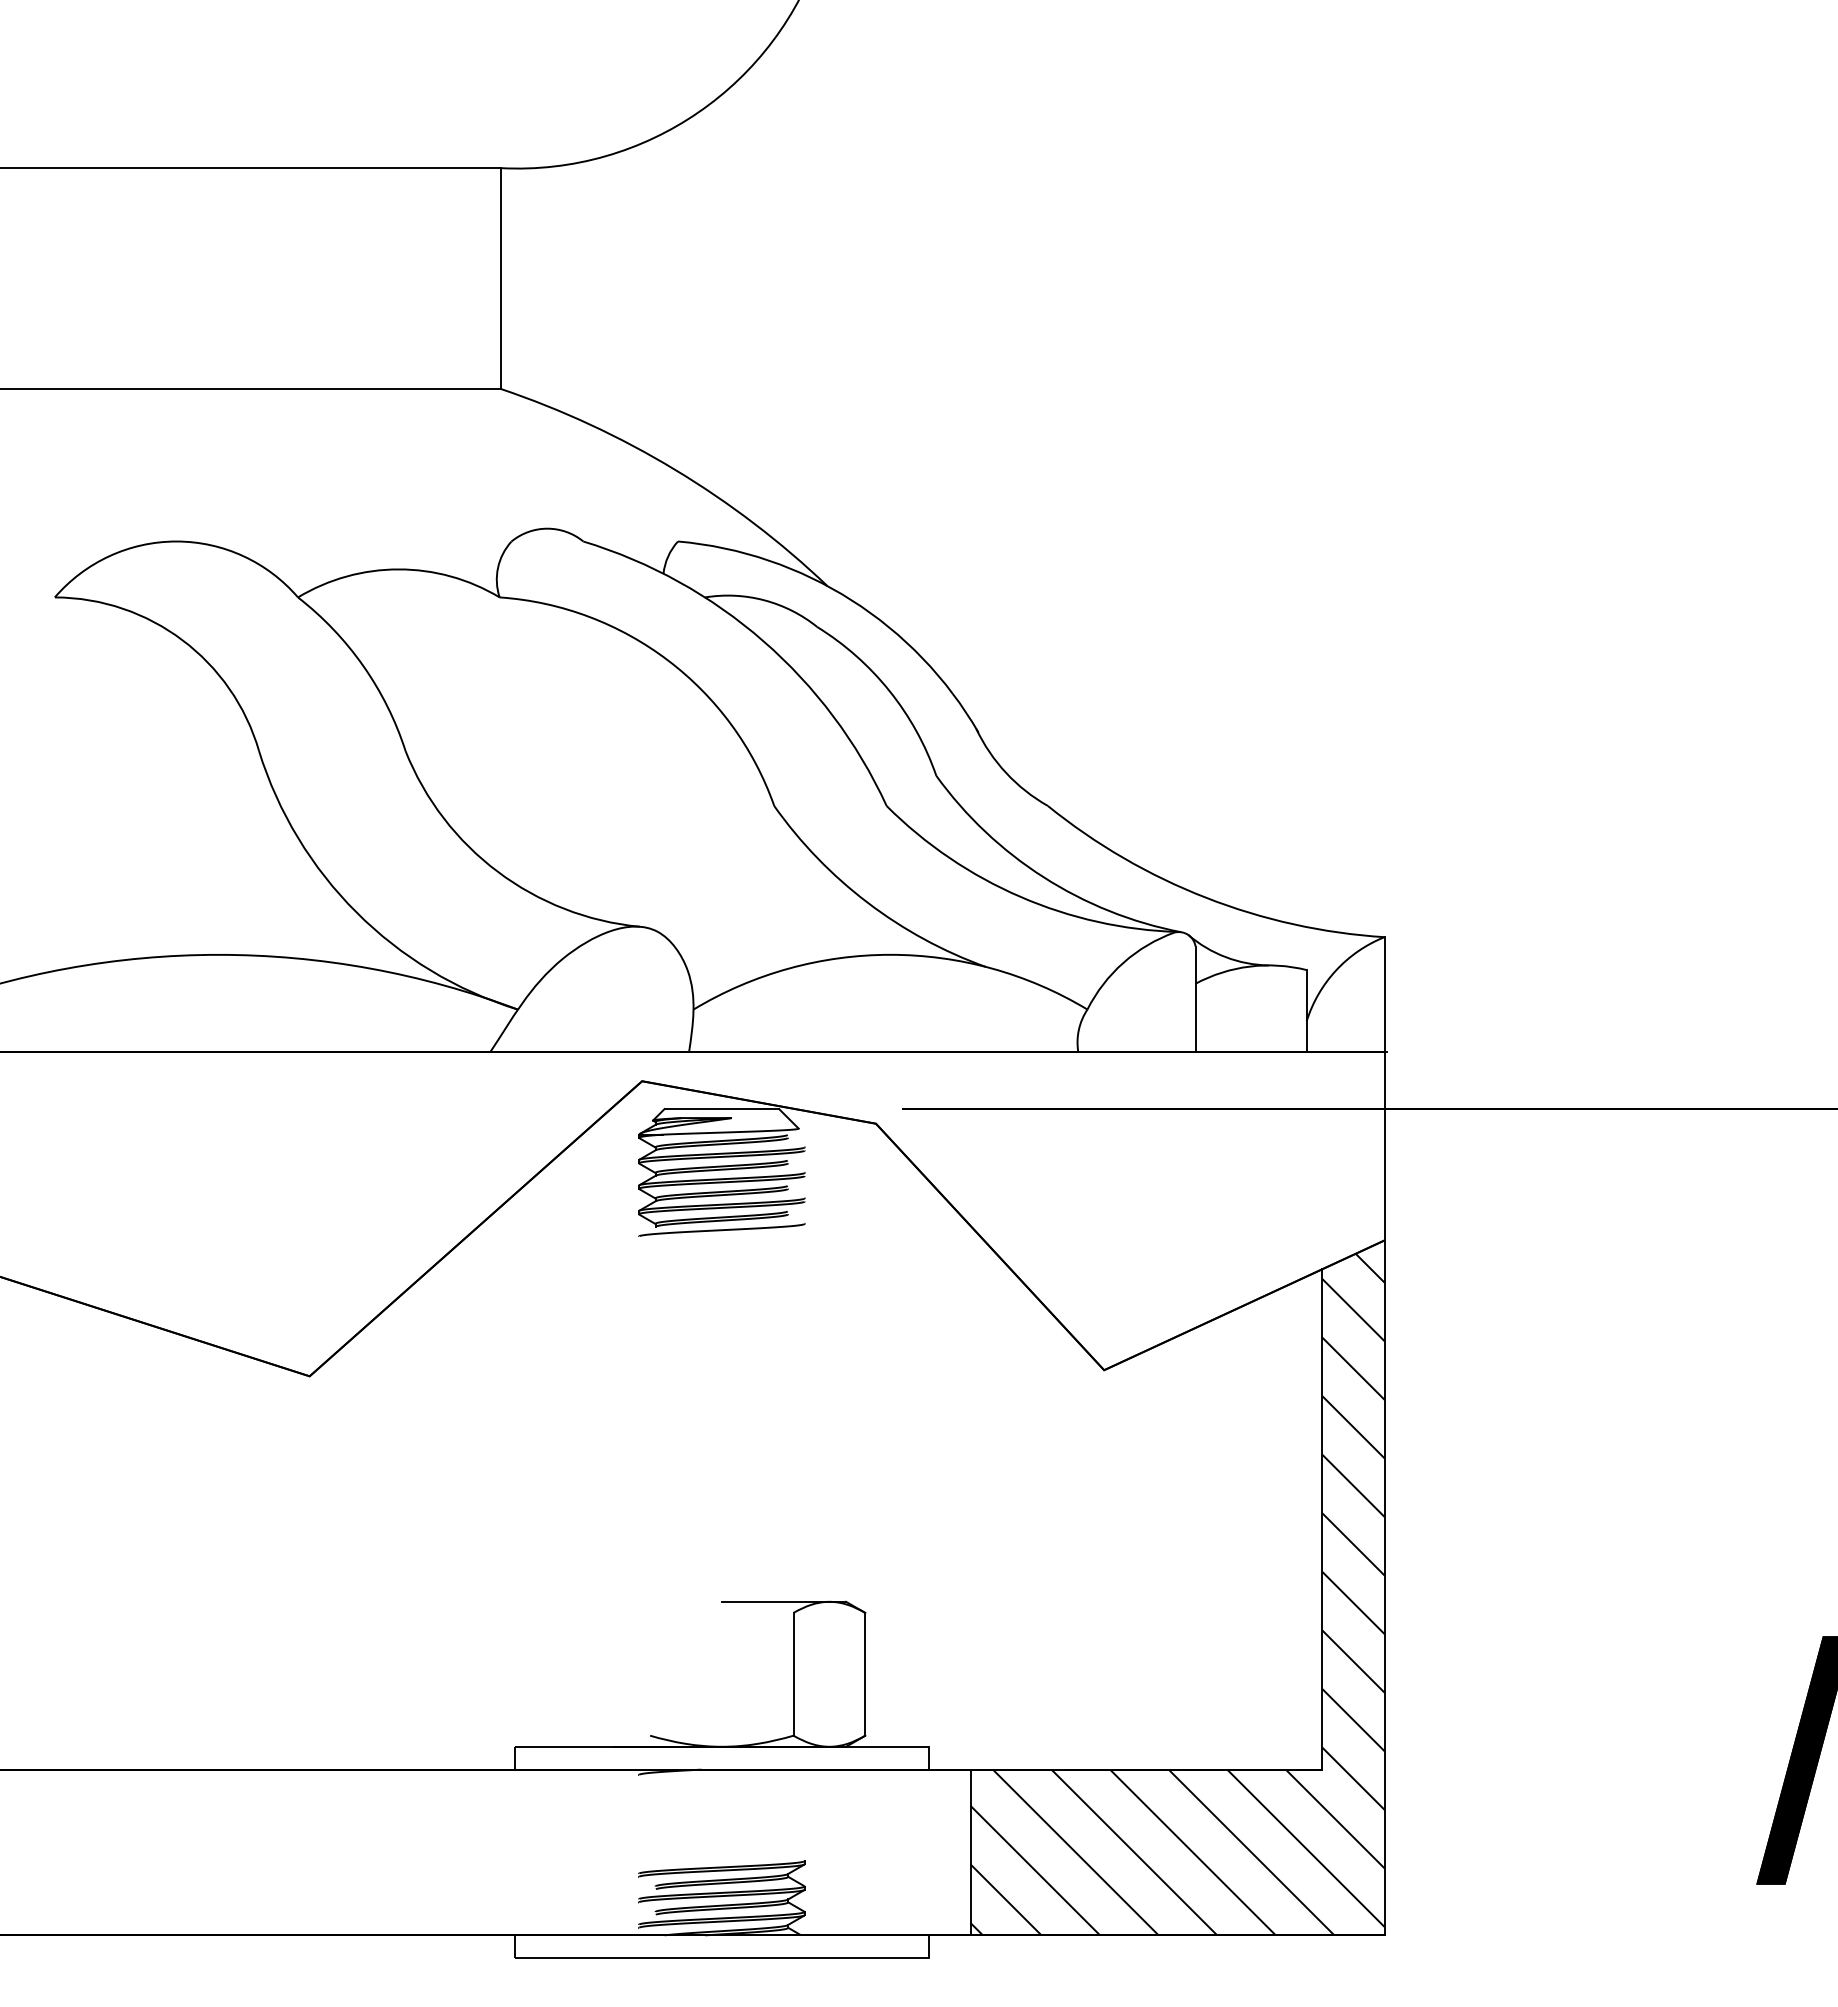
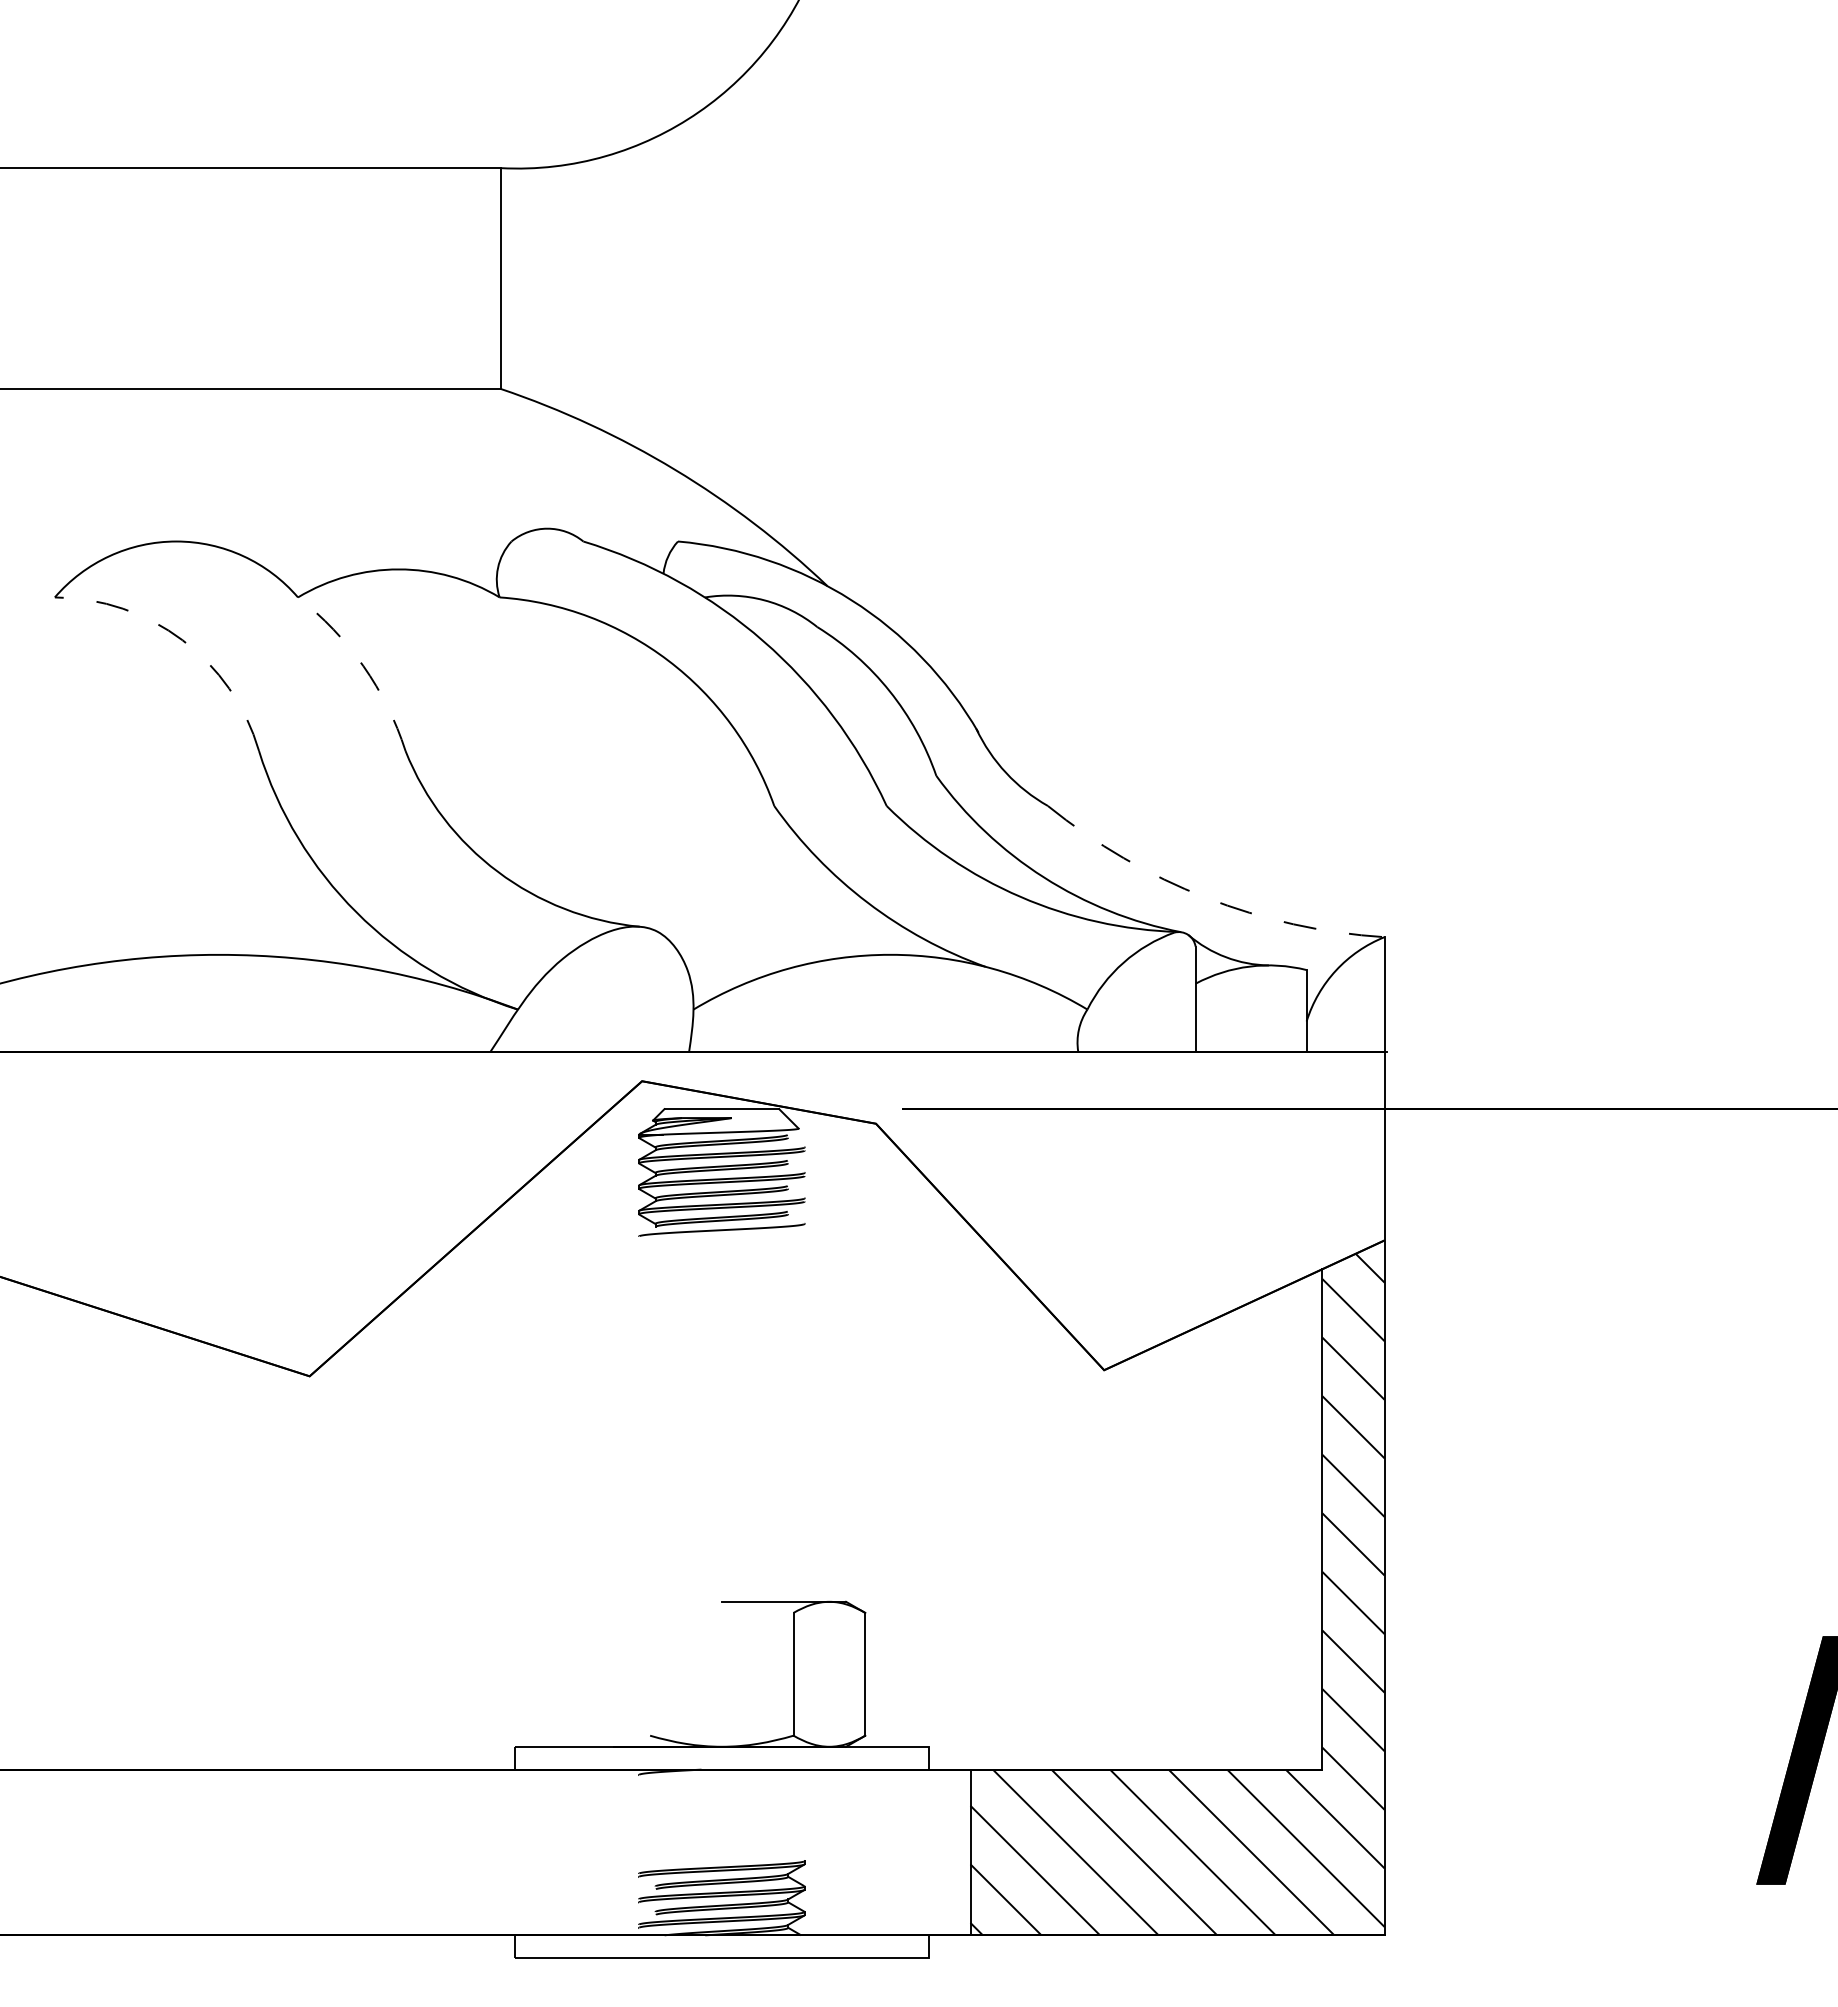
arc at (182, 640): solid -> dashed
arc at (363, 666): solid -> dashed
arc at (1206, 897): solid -> dashed
